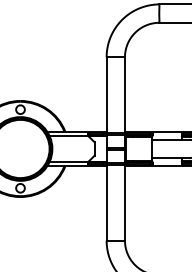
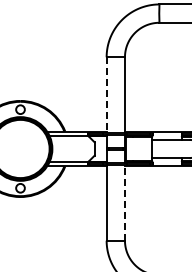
line at (106, 94): solid -> dashed
line at (124, 203): solid -> dashed
